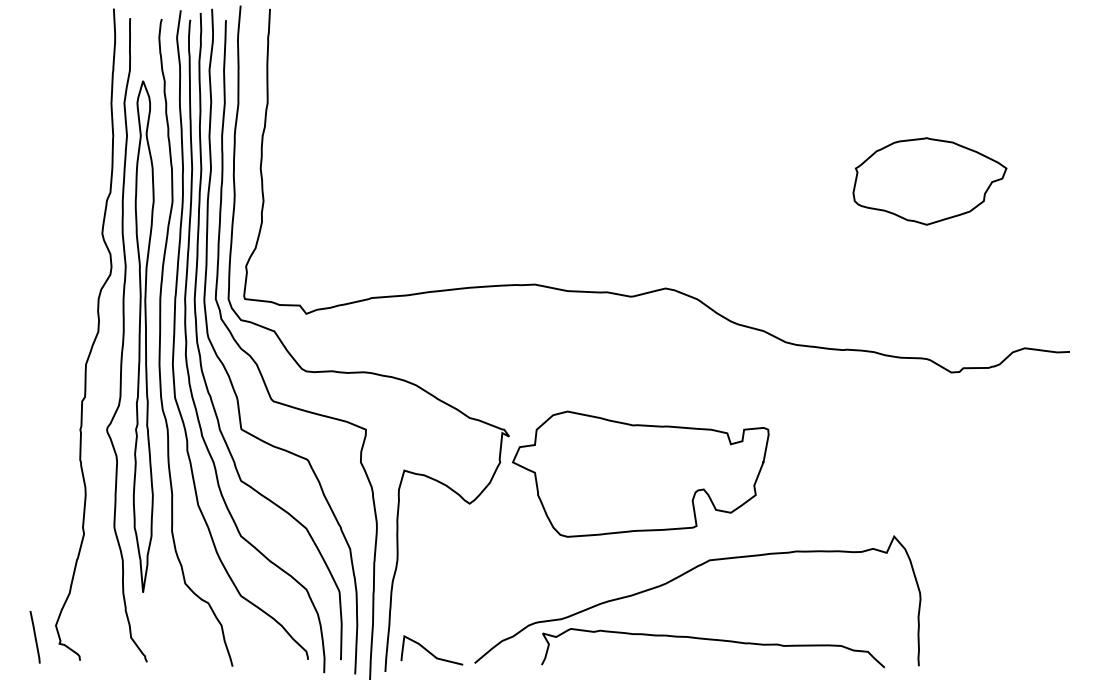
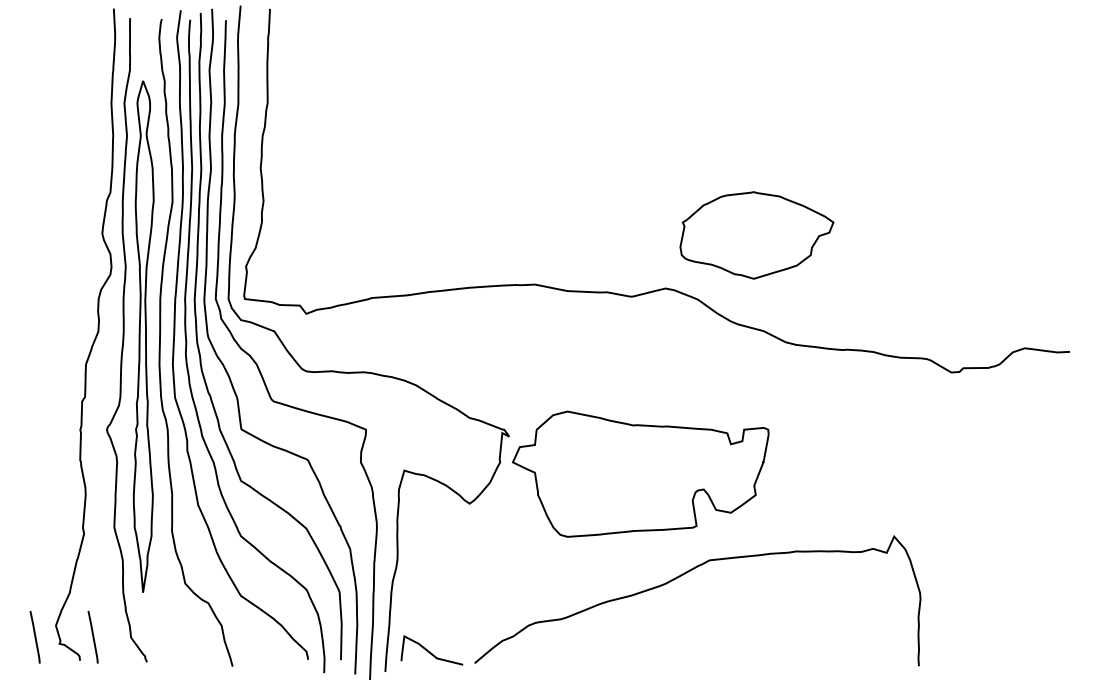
part at (929, 181) position: (929, 181) -> (756, 235)
line at (92, 637): none -> present
curve at (713, 640): present -> none
